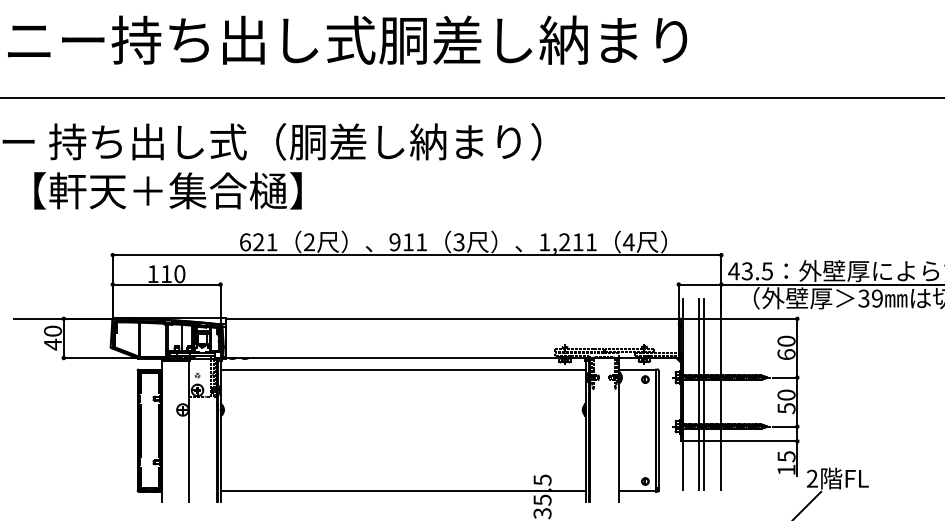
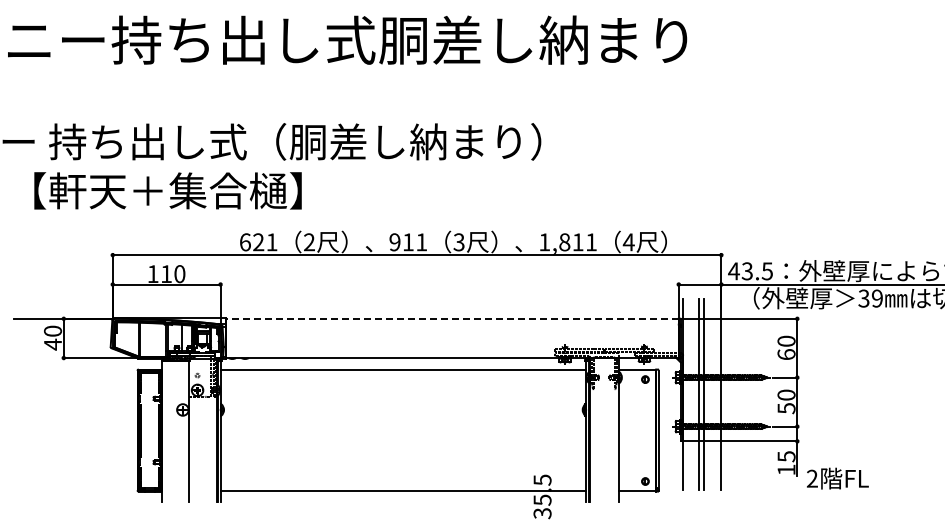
line at (471, 98): present -> none
text at (564, 242): 1,211 -> 1,811
line at (452, 318): solid -> dashed
line at (808, 504): present -> none
